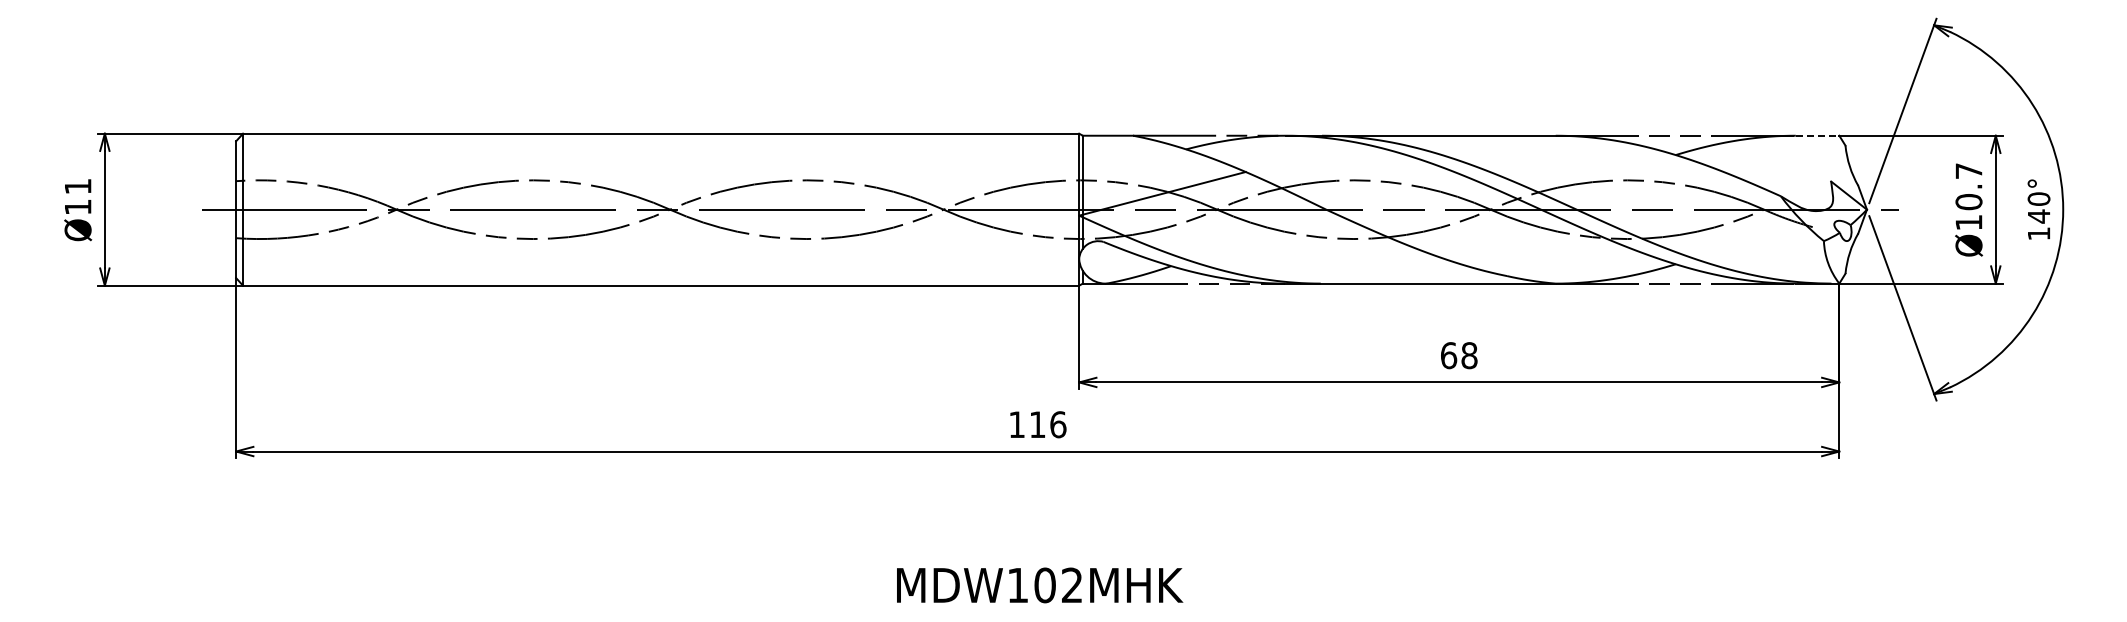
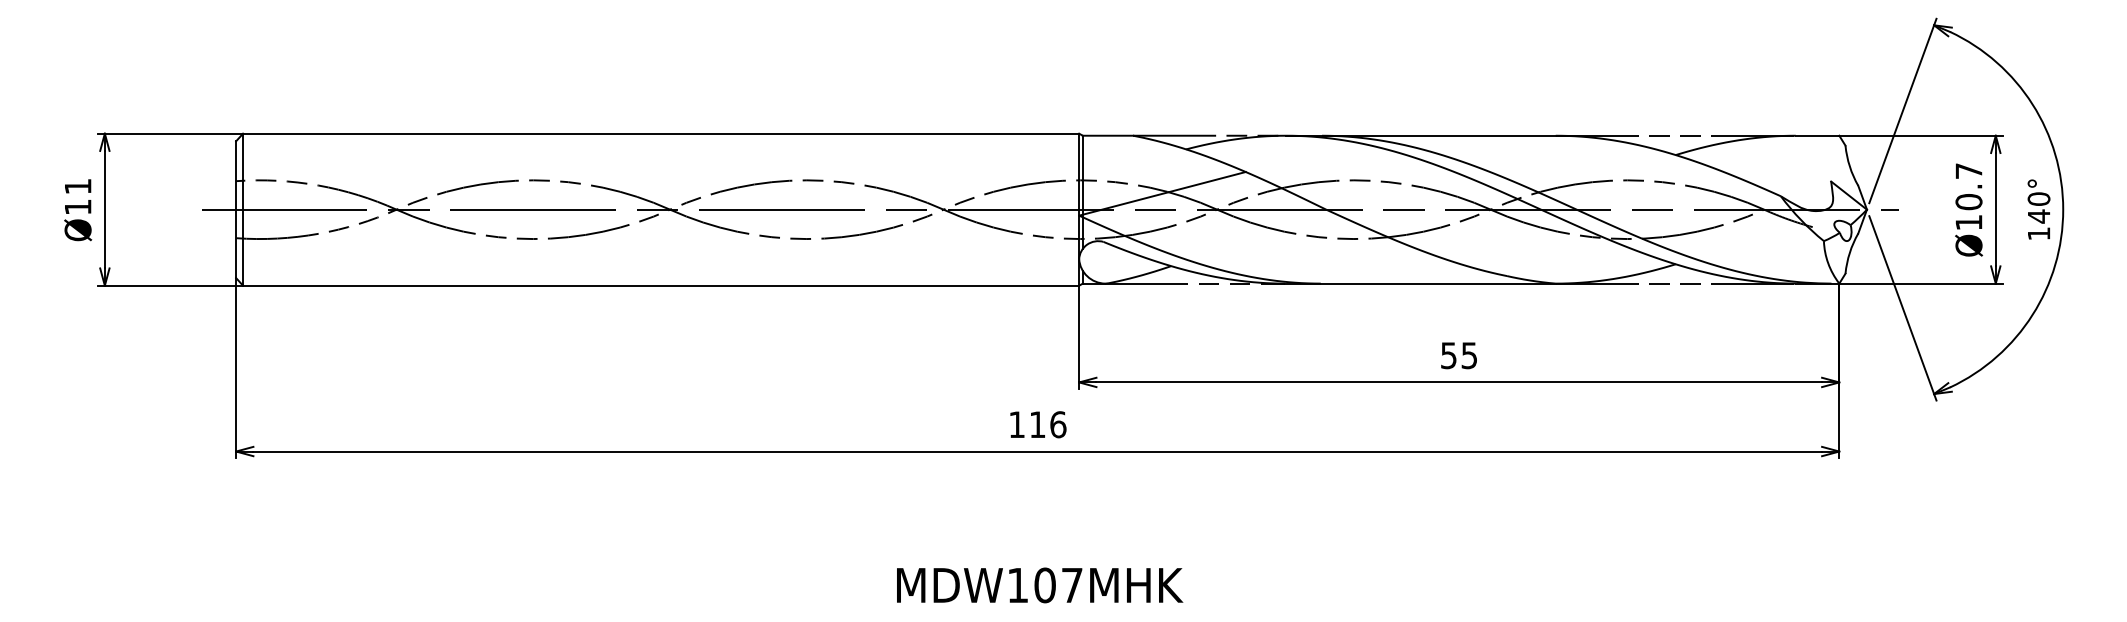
line at (1817, 135): dashed -> solid
text at (1459, 355): 68 -> 55
text at (1072, 584): MDW102MHK -> MDW107MHK
